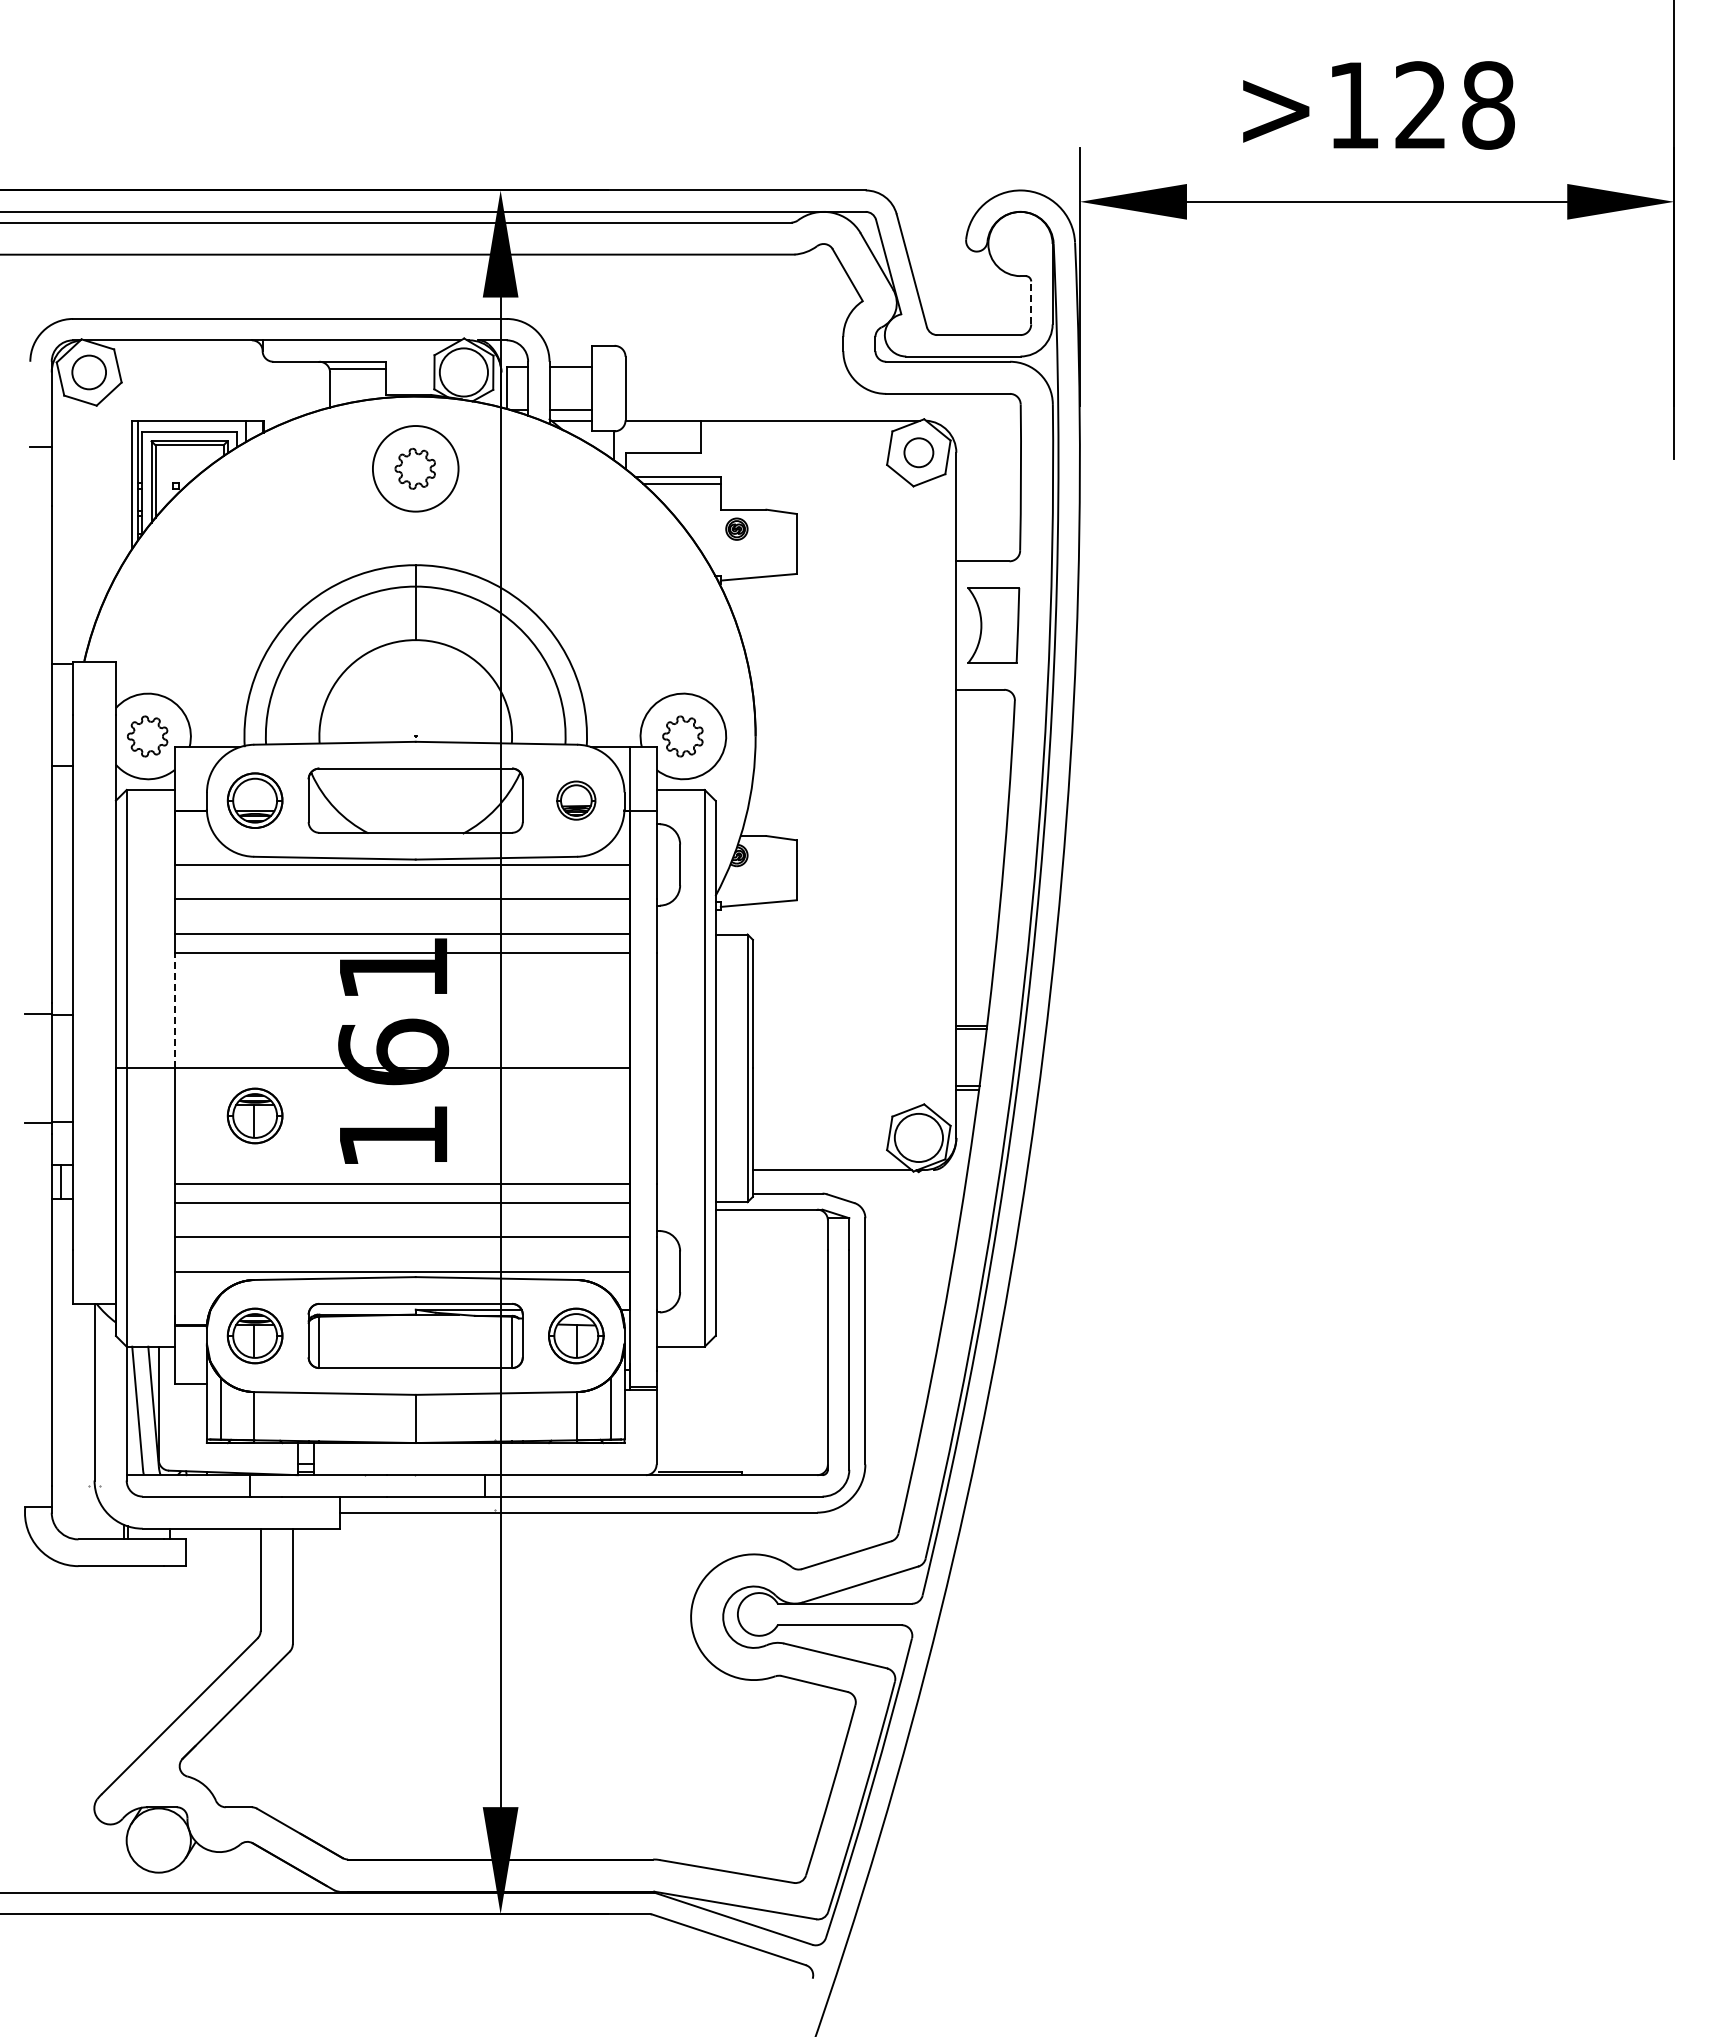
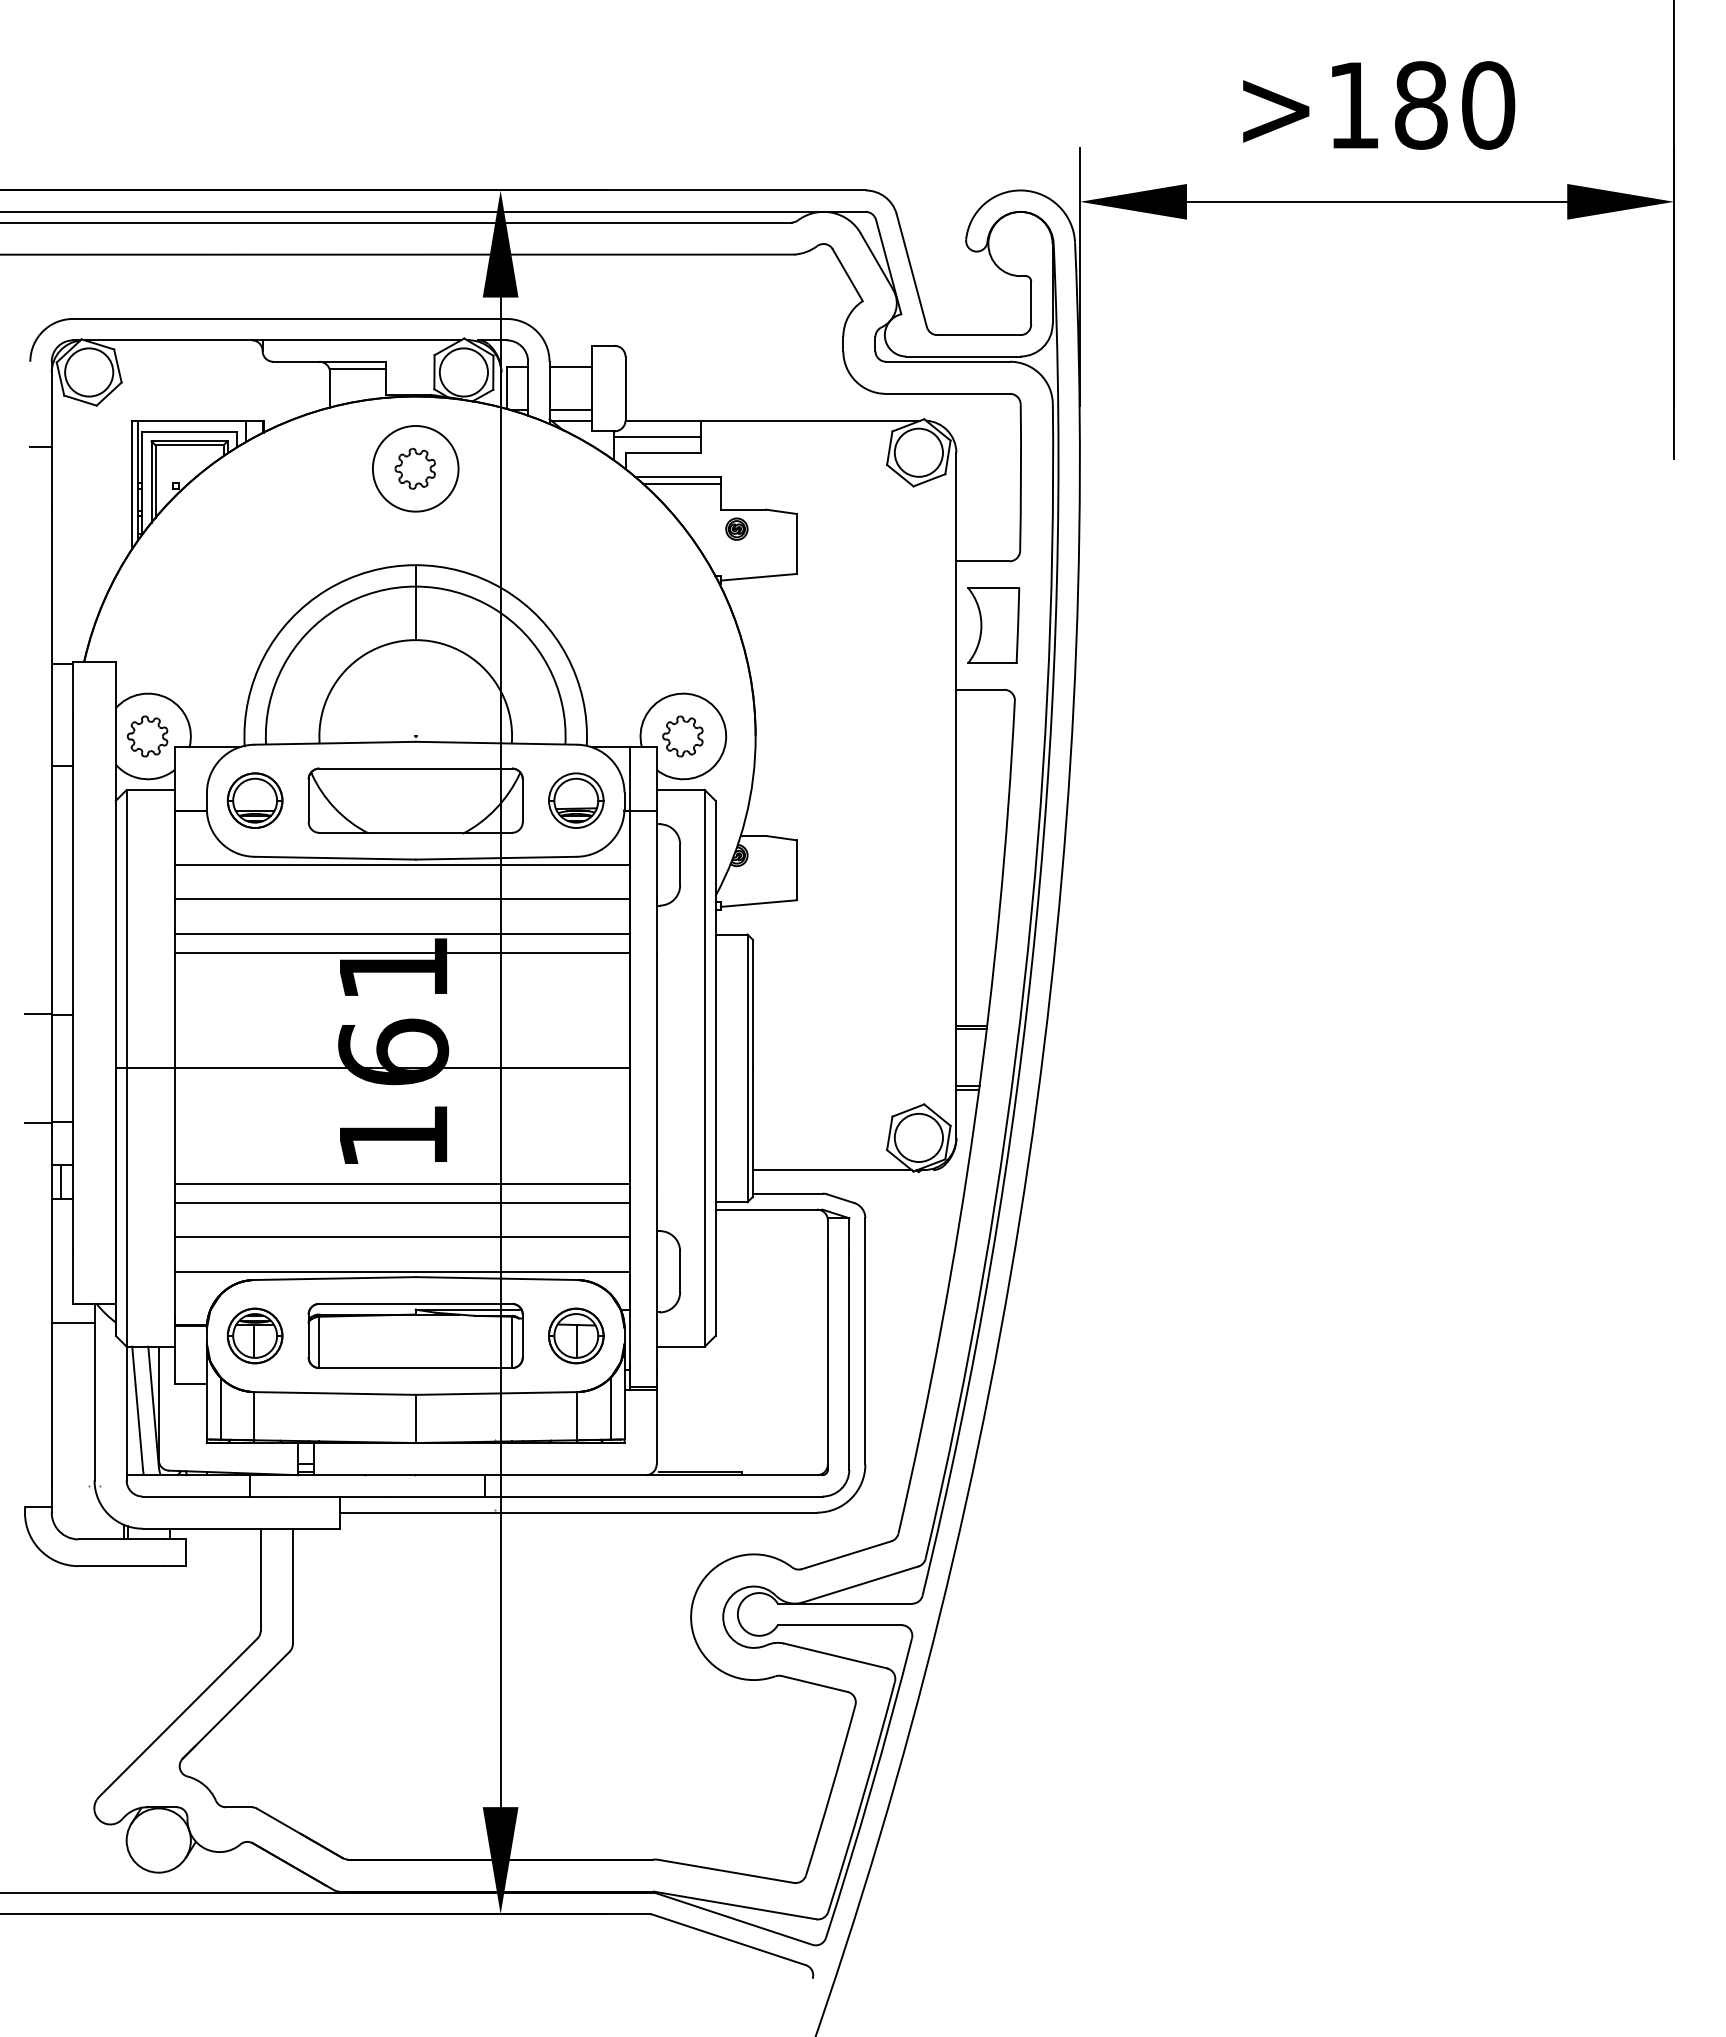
text at (1455, 105): >128 -> >180
line at (1031, 302): dashed -> solid
circle at (89, 372) diameter: 34 px -> 48 px
line at (656, 436): none -> present
circle at (918, 452) diameter: 29 px -> 48 px
part at (576, 800) size: 41x41 px -> 57x57 px
line at (174, 1010): dashed -> solid
part at (254, 1115): present -> none
line at (72, 1322): none -> present
